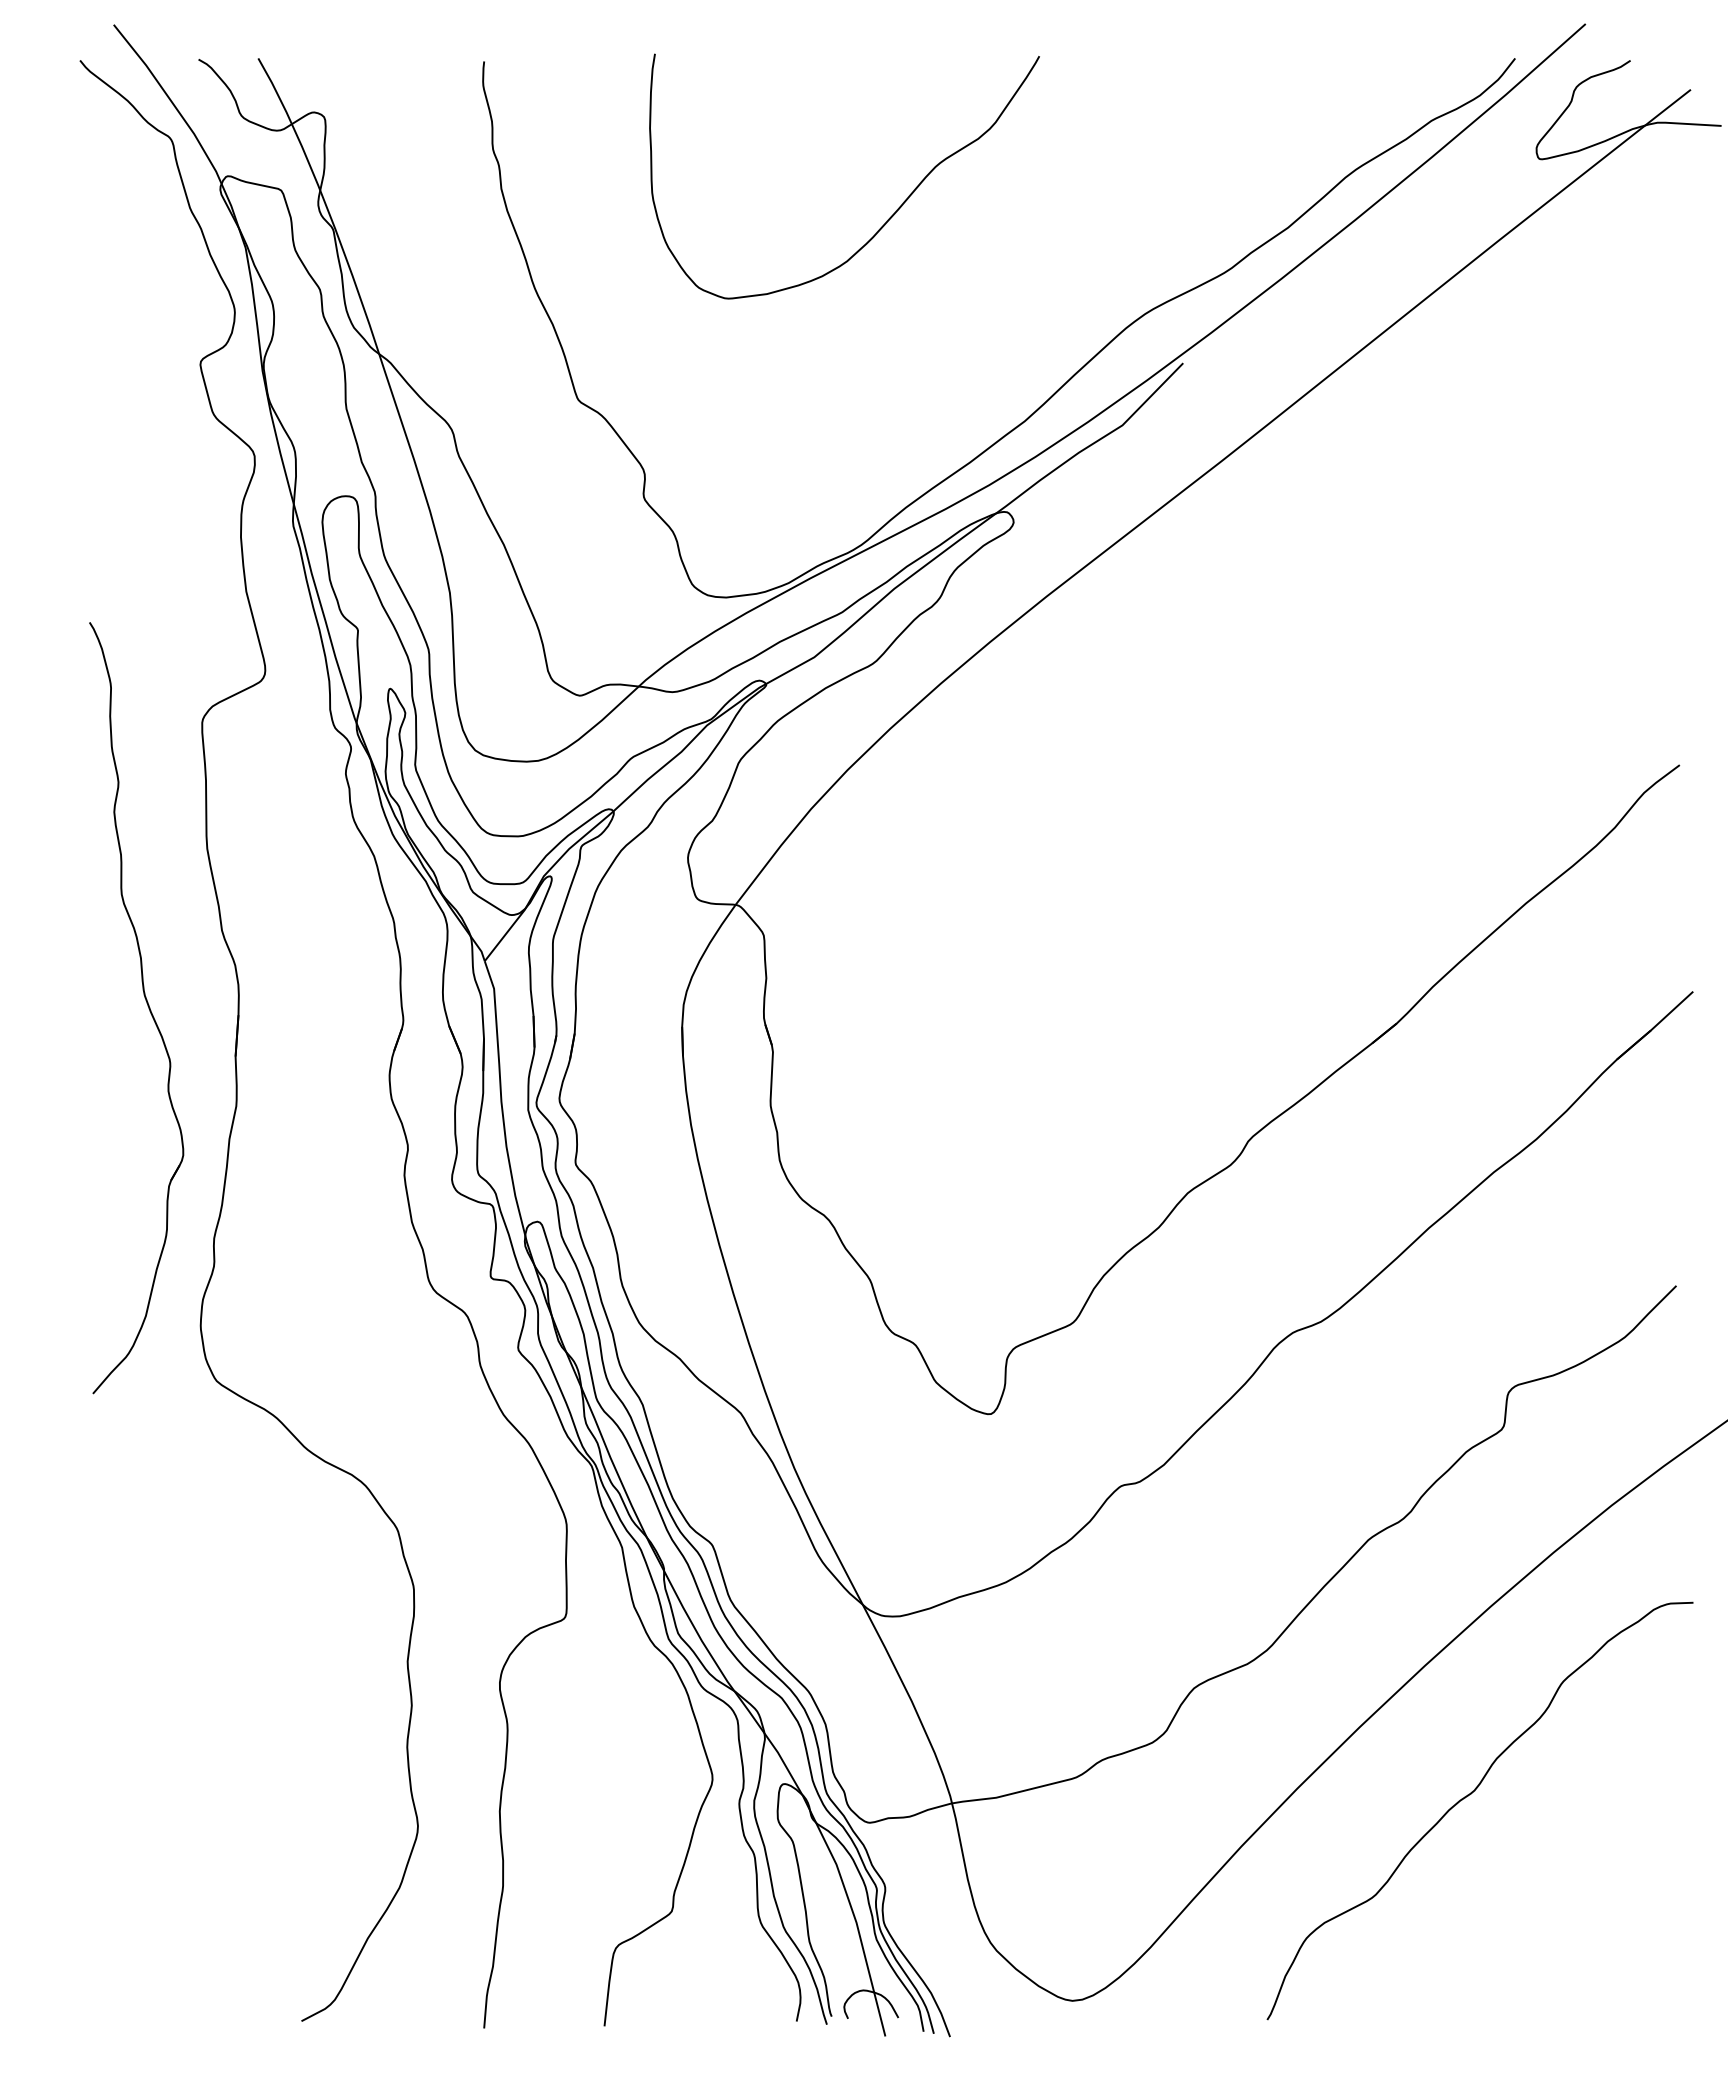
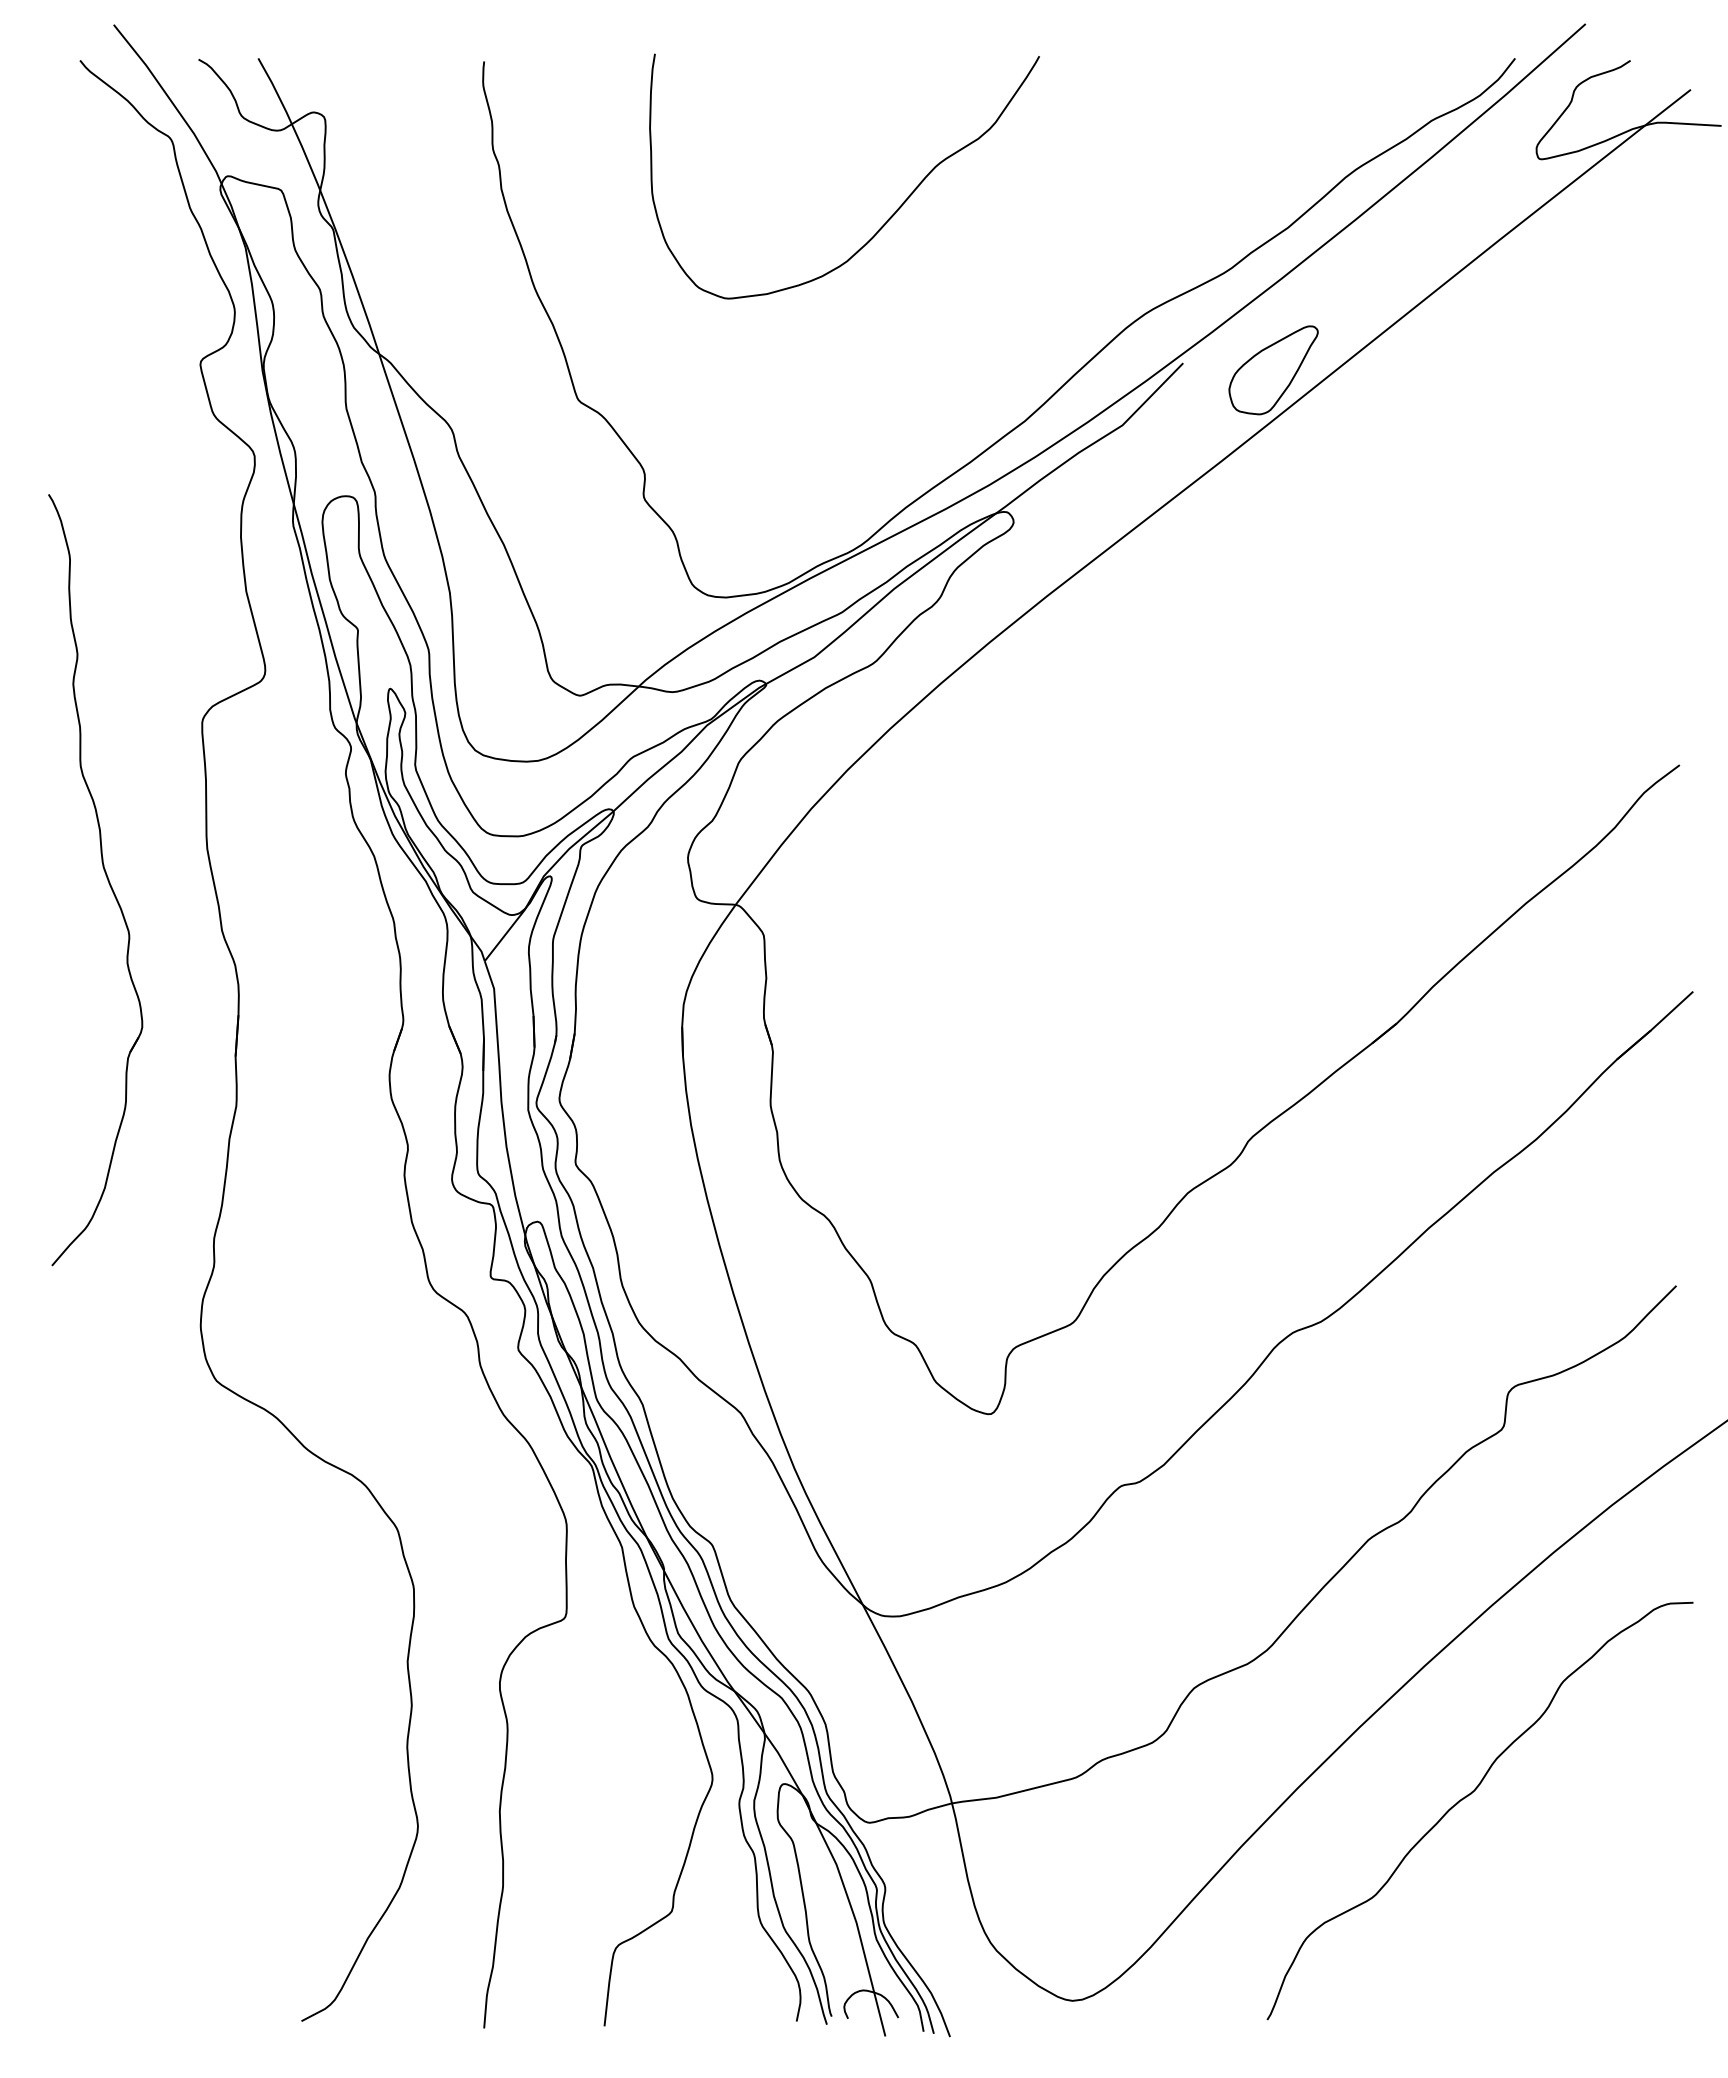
part at (1273, 370): none -> present
part at (146, 1003) position: (146, 1003) -> (105, 875)
